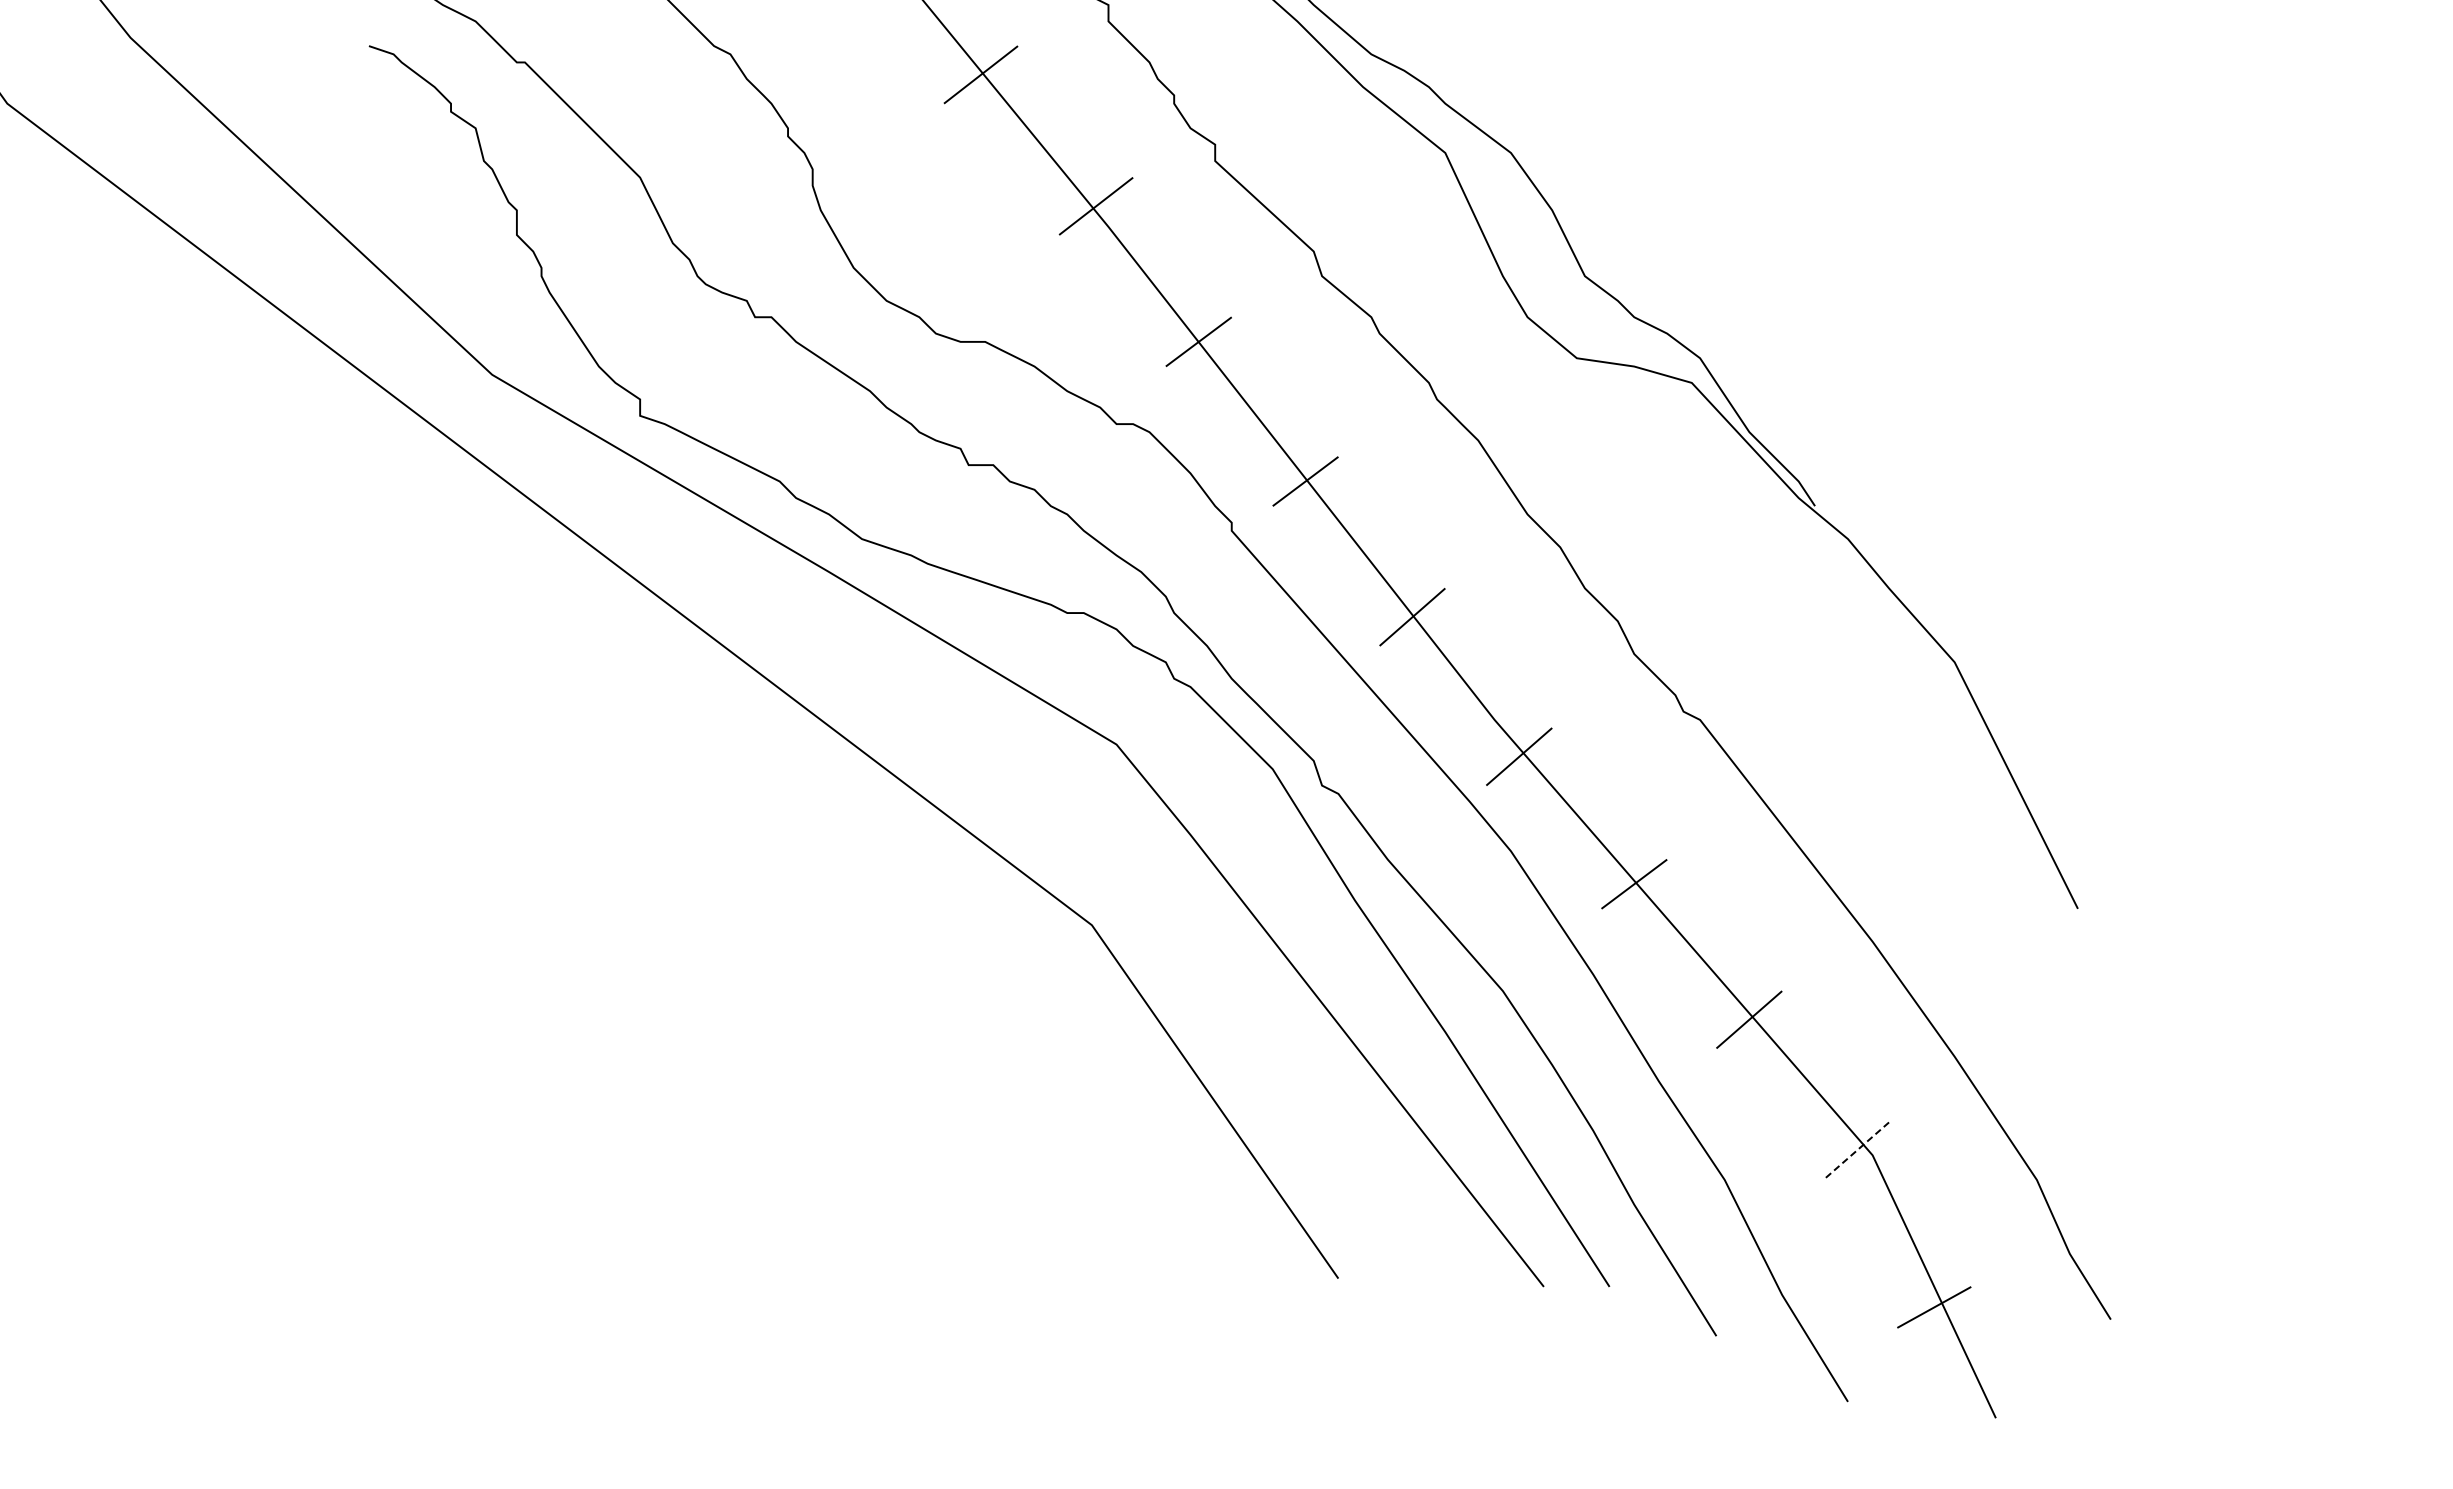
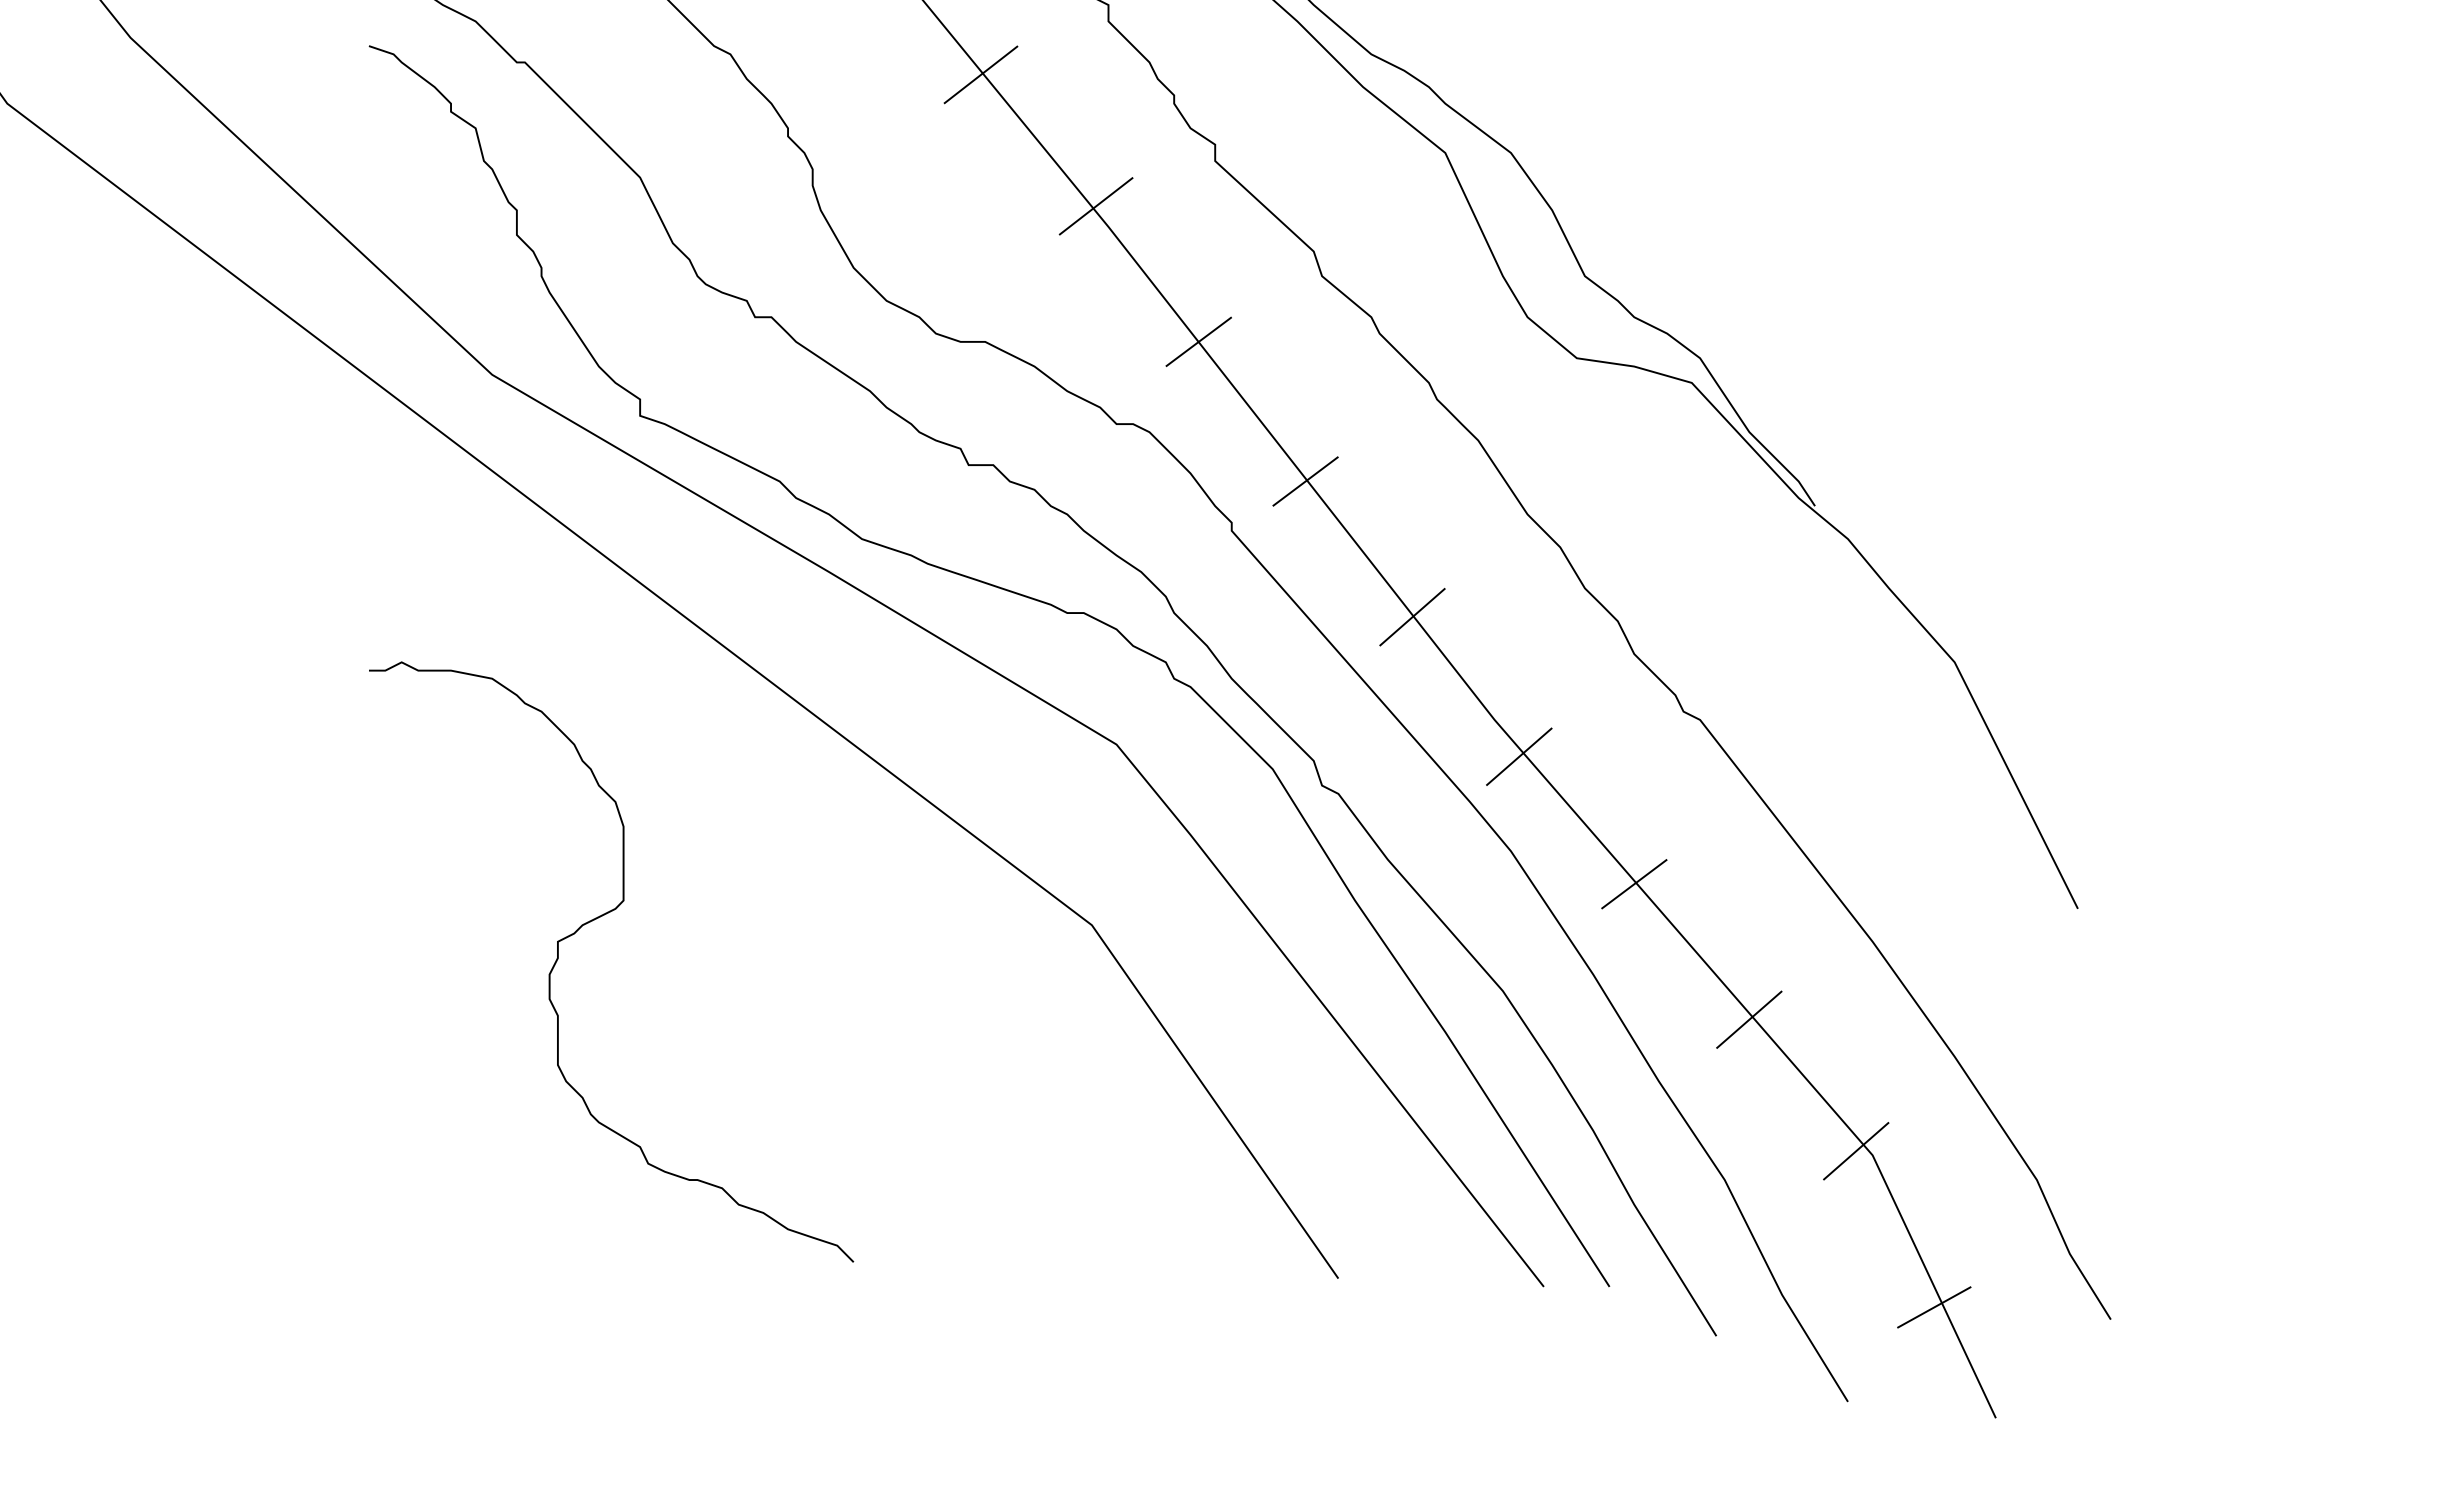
curve at (592, 921): none -> present
line at (1856, 1151): dashed -> solid
